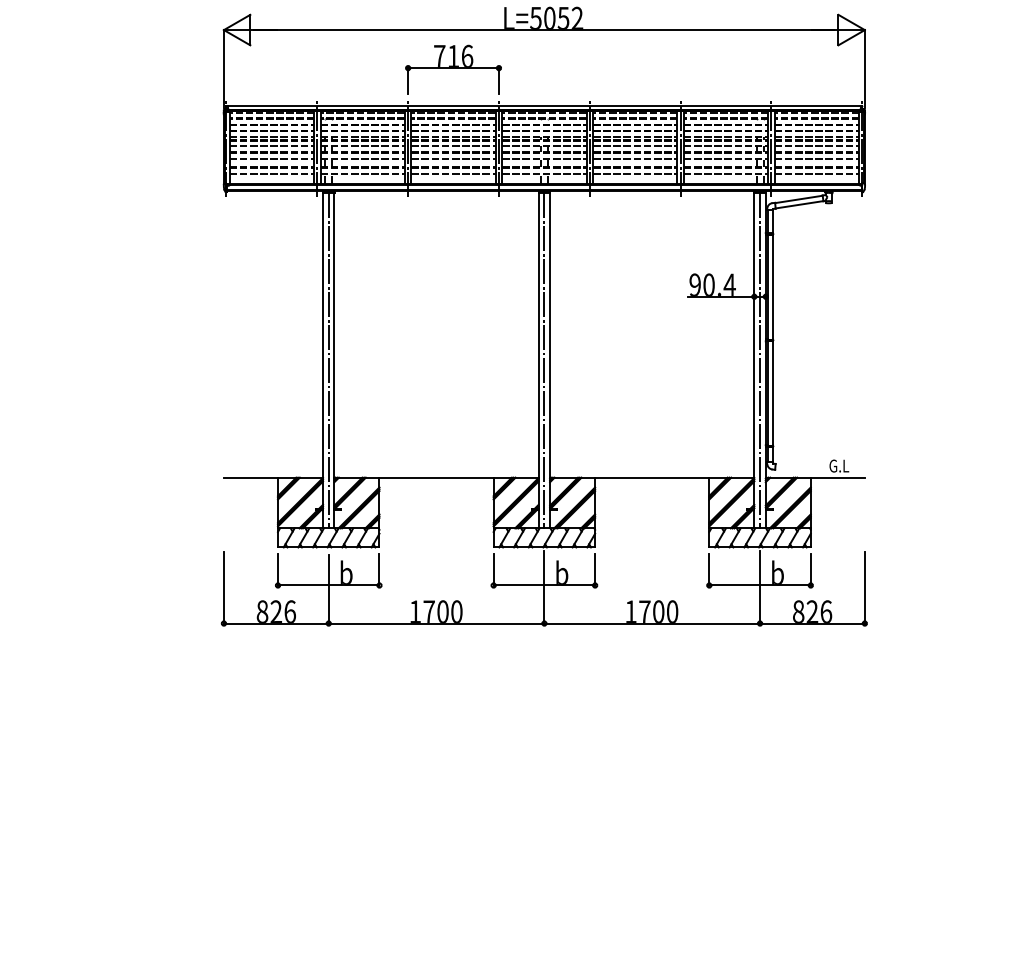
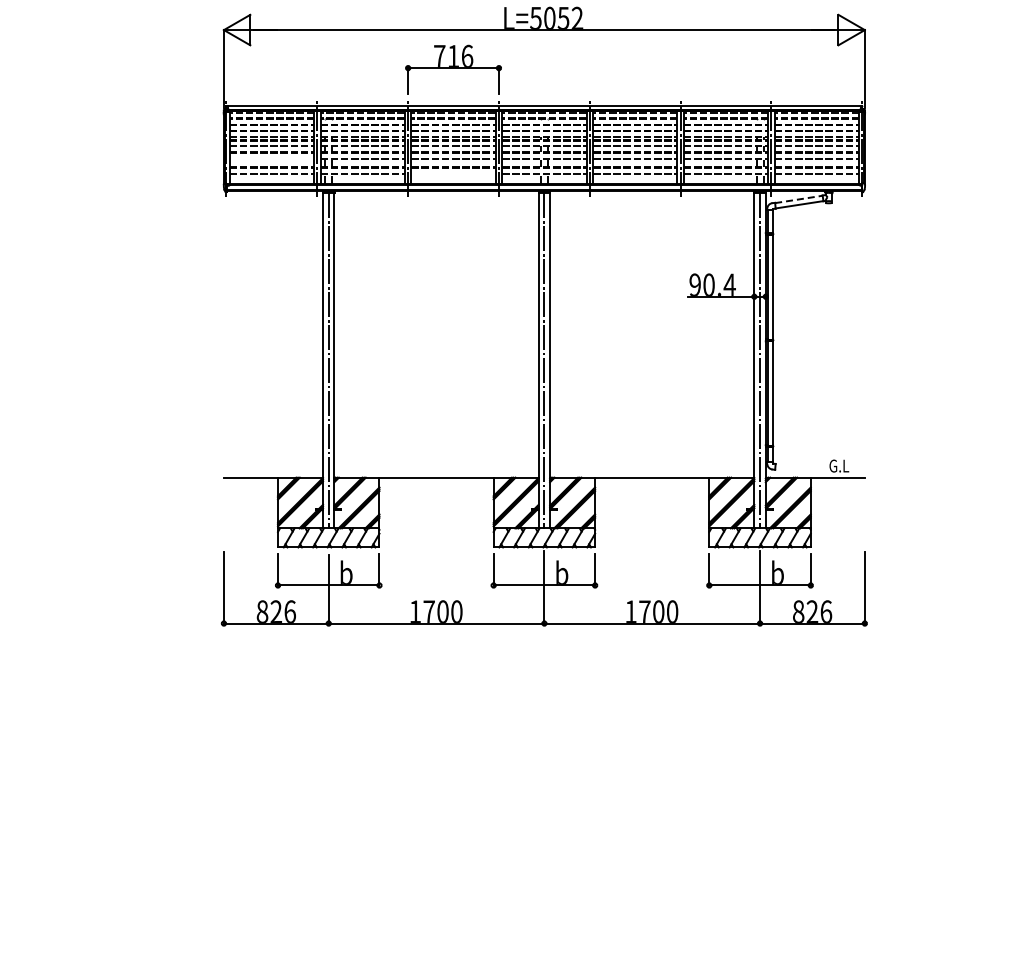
line at (271, 158): present -> none
line at (453, 173): present -> none
line at (799, 199): solid -> dashed
